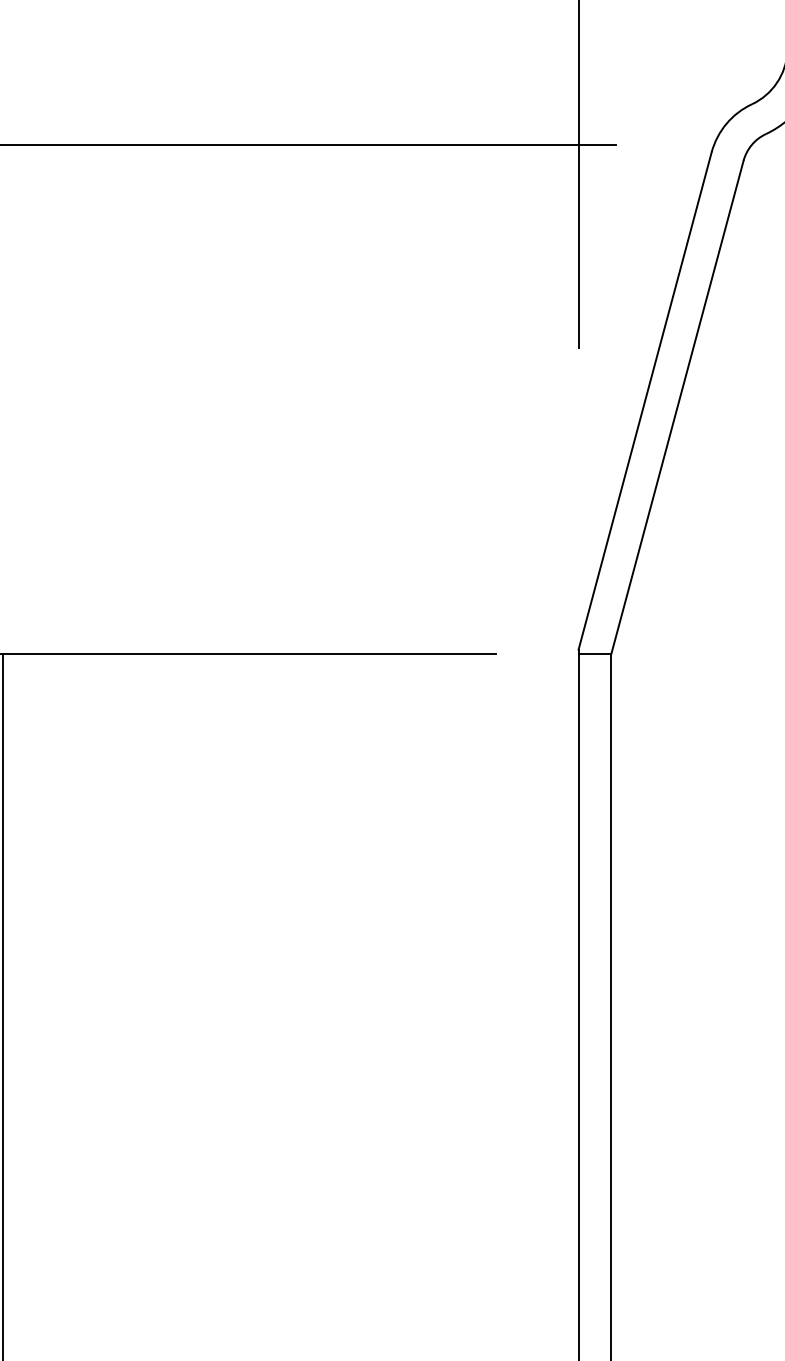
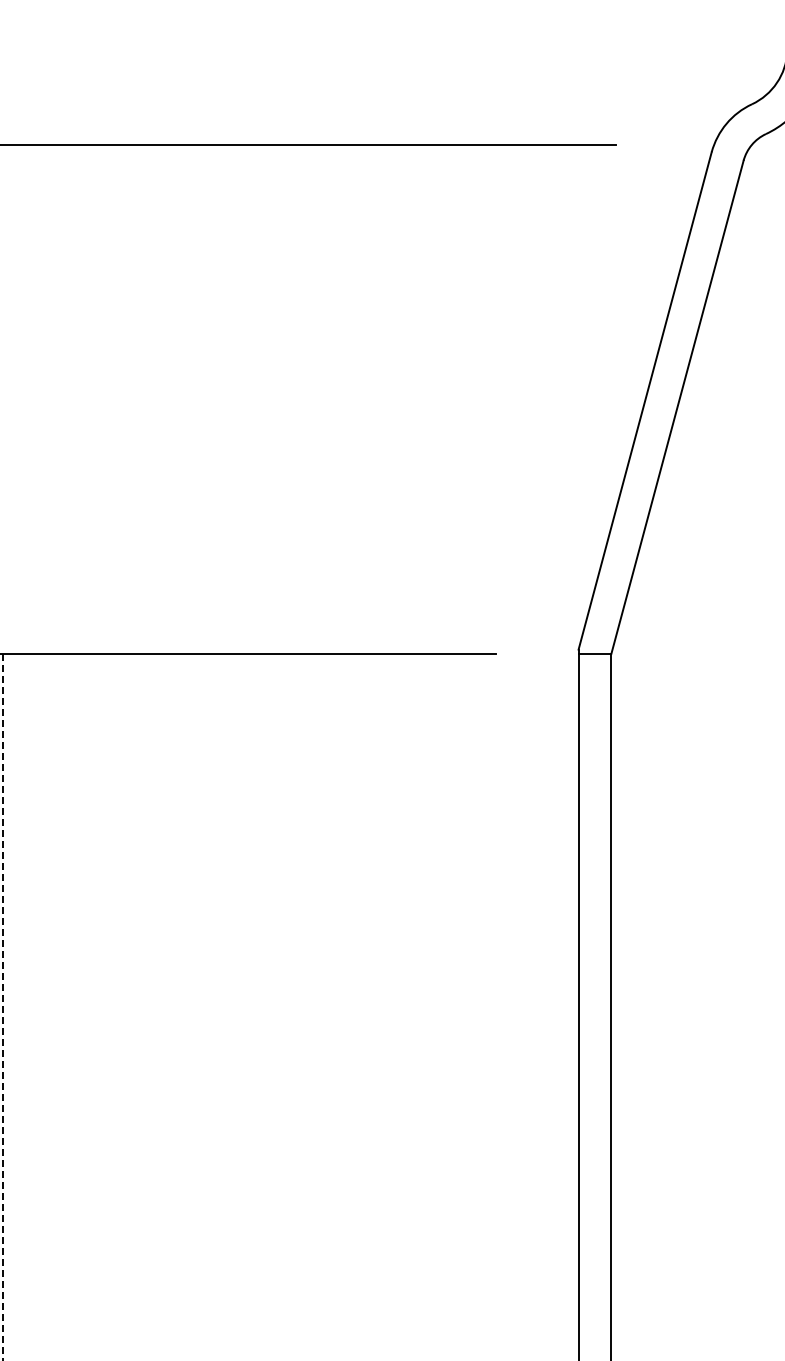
line at (578, 175): present -> none
line at (2, 1007): solid -> dashed
